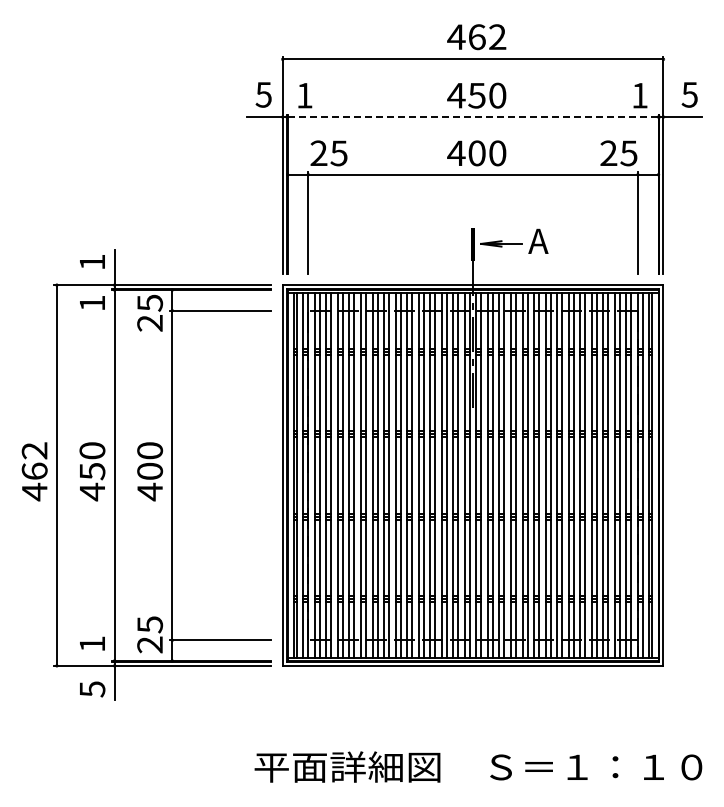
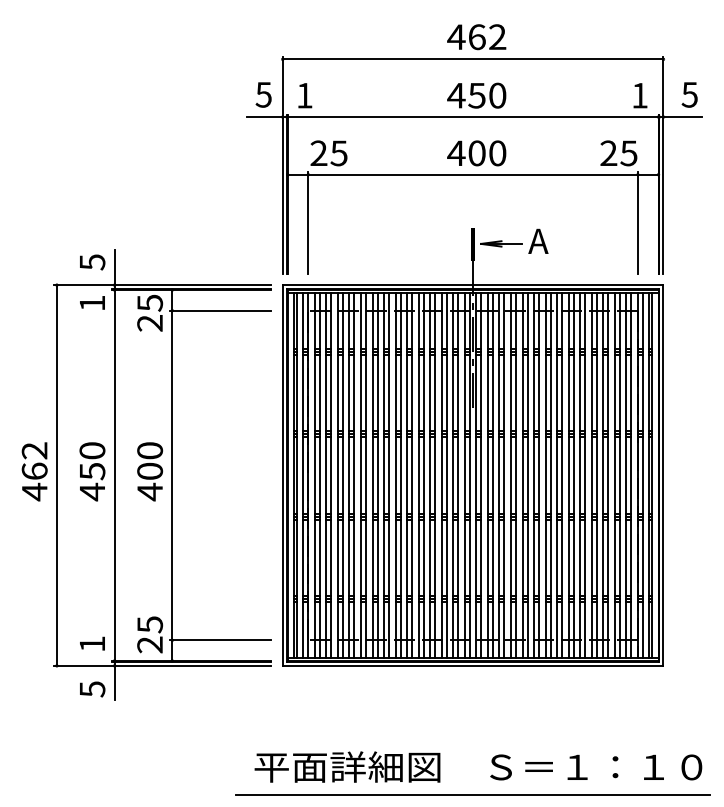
line at (473, 117): dashed -> solid
text at (92, 262): 1 -> 5
line at (473, 794): none -> present
